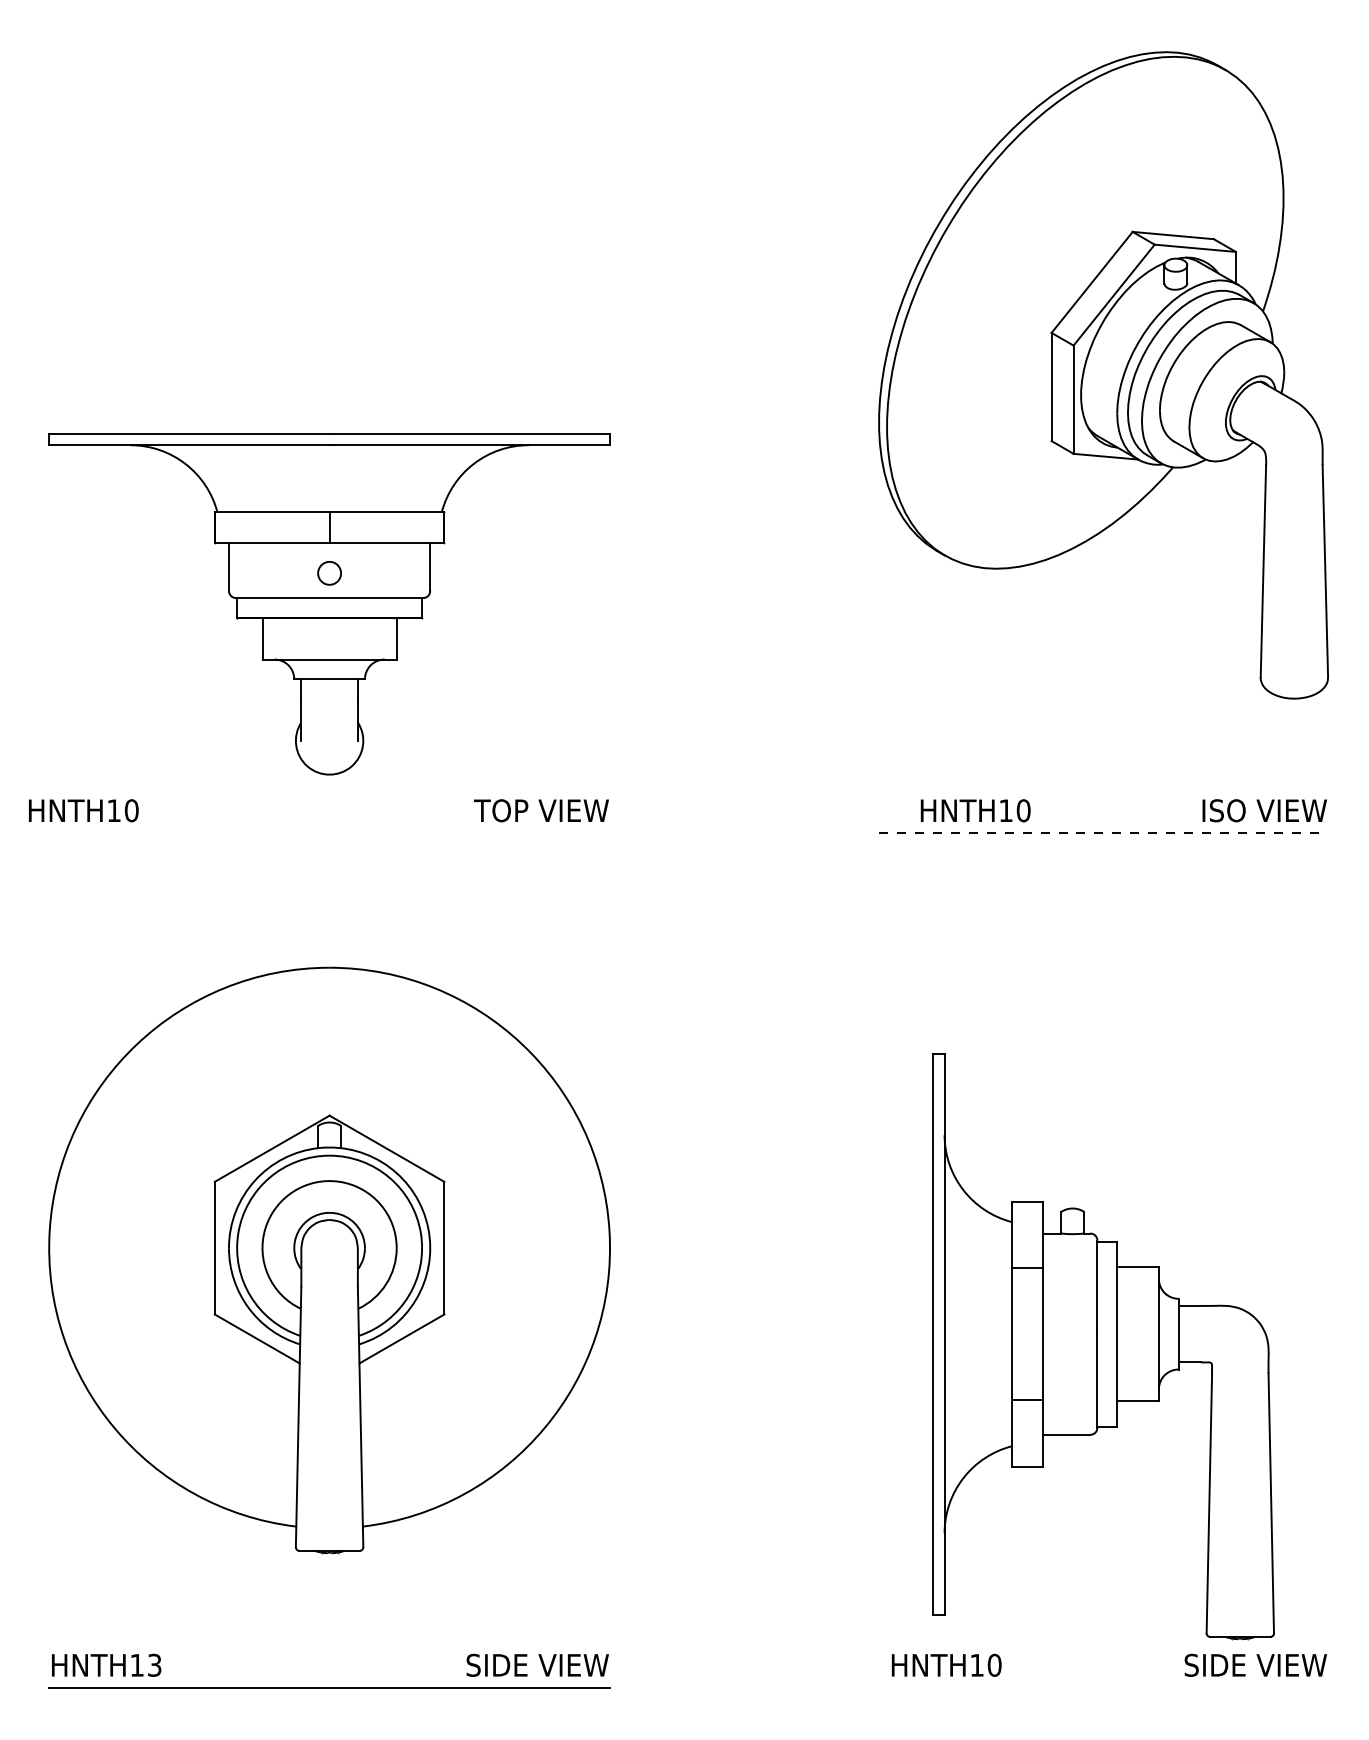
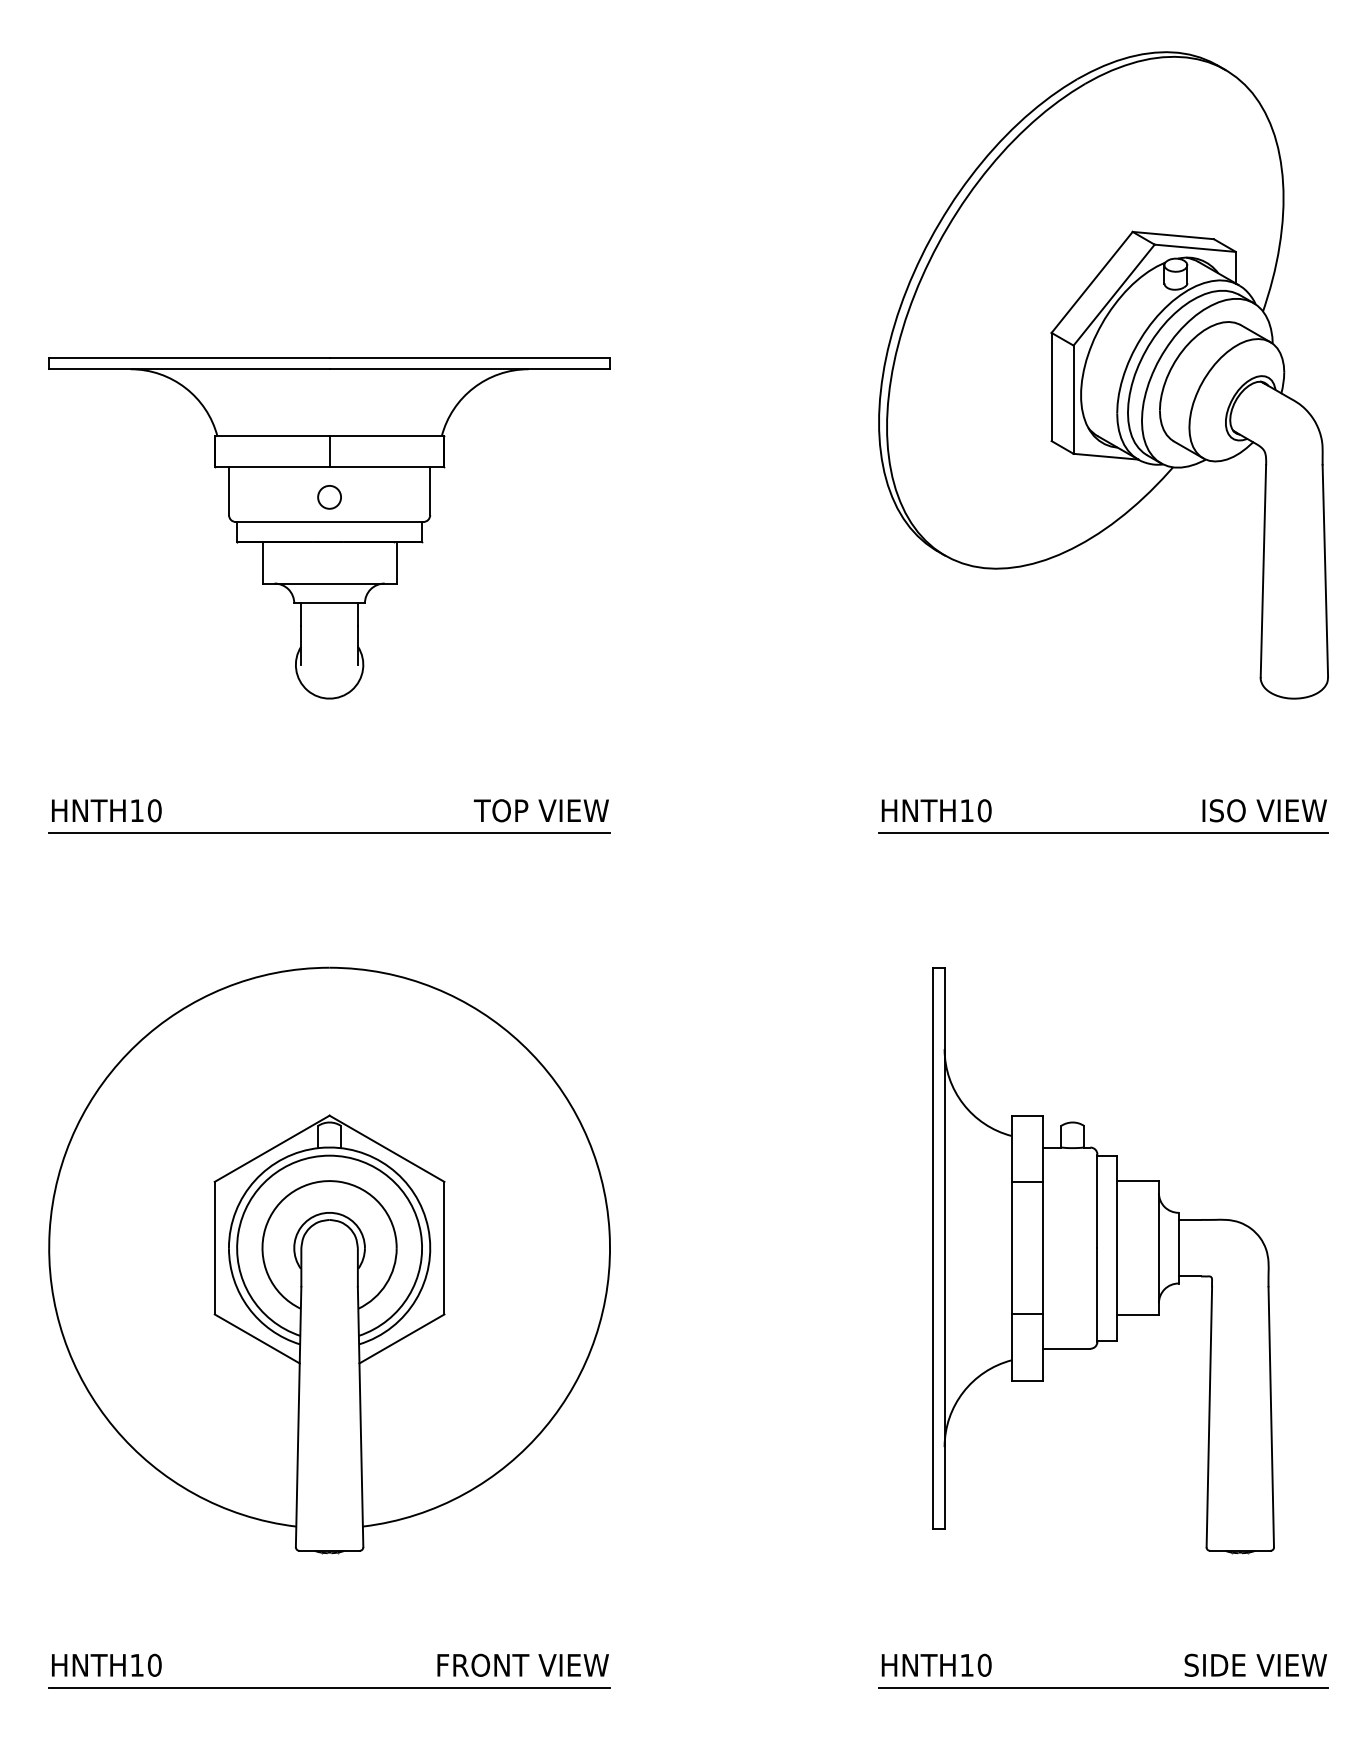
part at (329, 604) position: (329, 604) -> (329, 528)
text at (83, 810) position: (83, 810) -> (106, 810)
text at (975, 810) position: (975, 810) -> (936, 810)
line at (329, 833): none -> present
line at (1104, 833): dashed -> solid
part at (1103, 1346) position: (1103, 1346) -> (1103, 1260)
text at (154, 1664): HNTH13 -> HNTH10
text at (483, 1664): SIDE VIEW -> FRONT VIEW
text at (946, 1664) position: (946, 1664) -> (936, 1664)
line at (1103, 1687): none -> present
